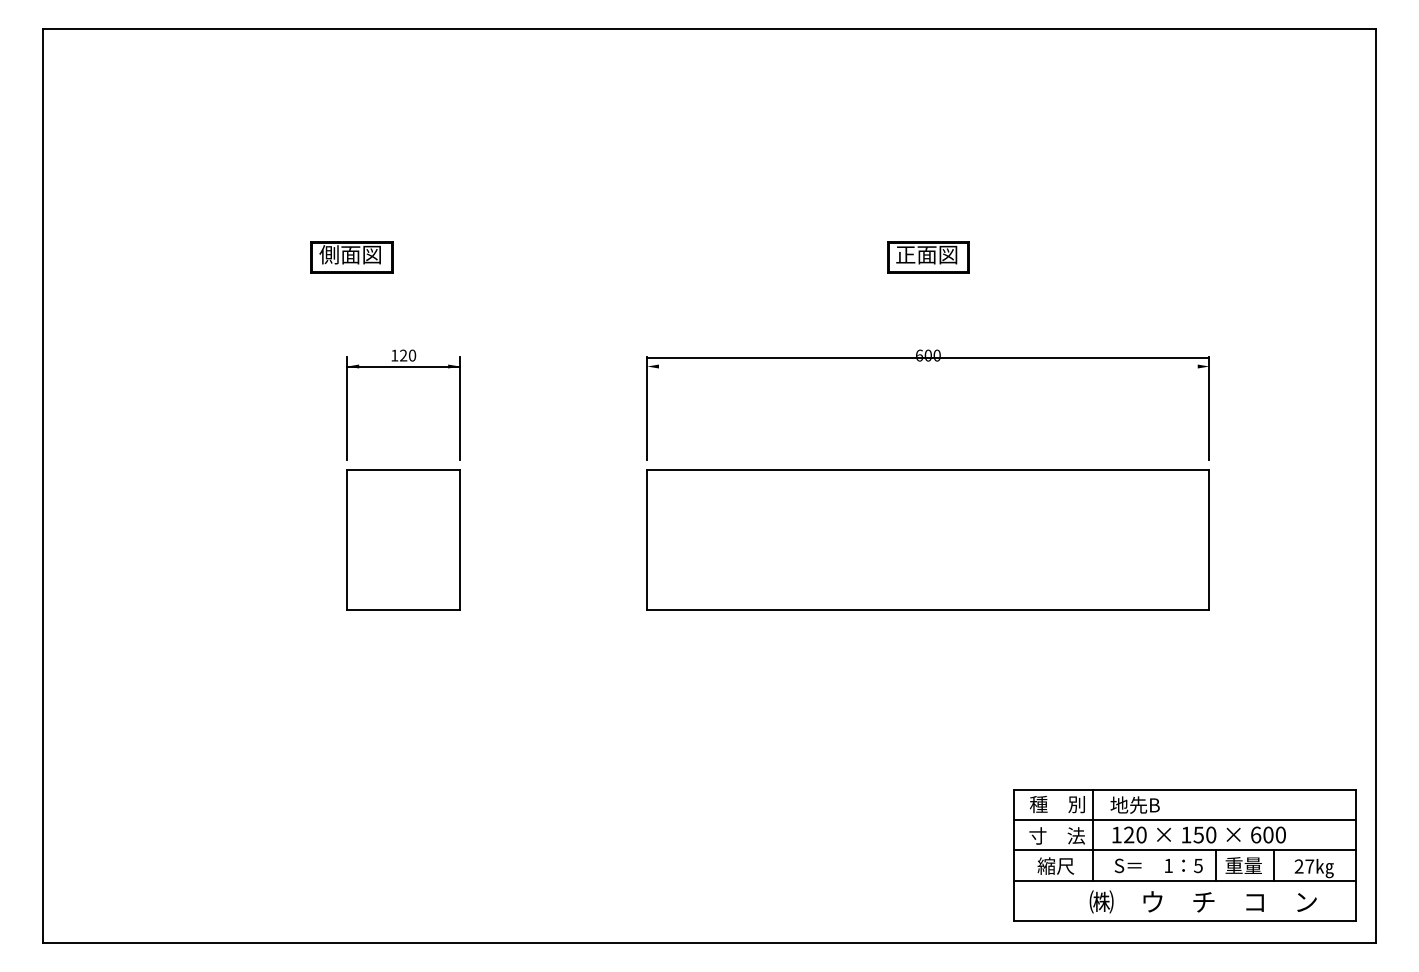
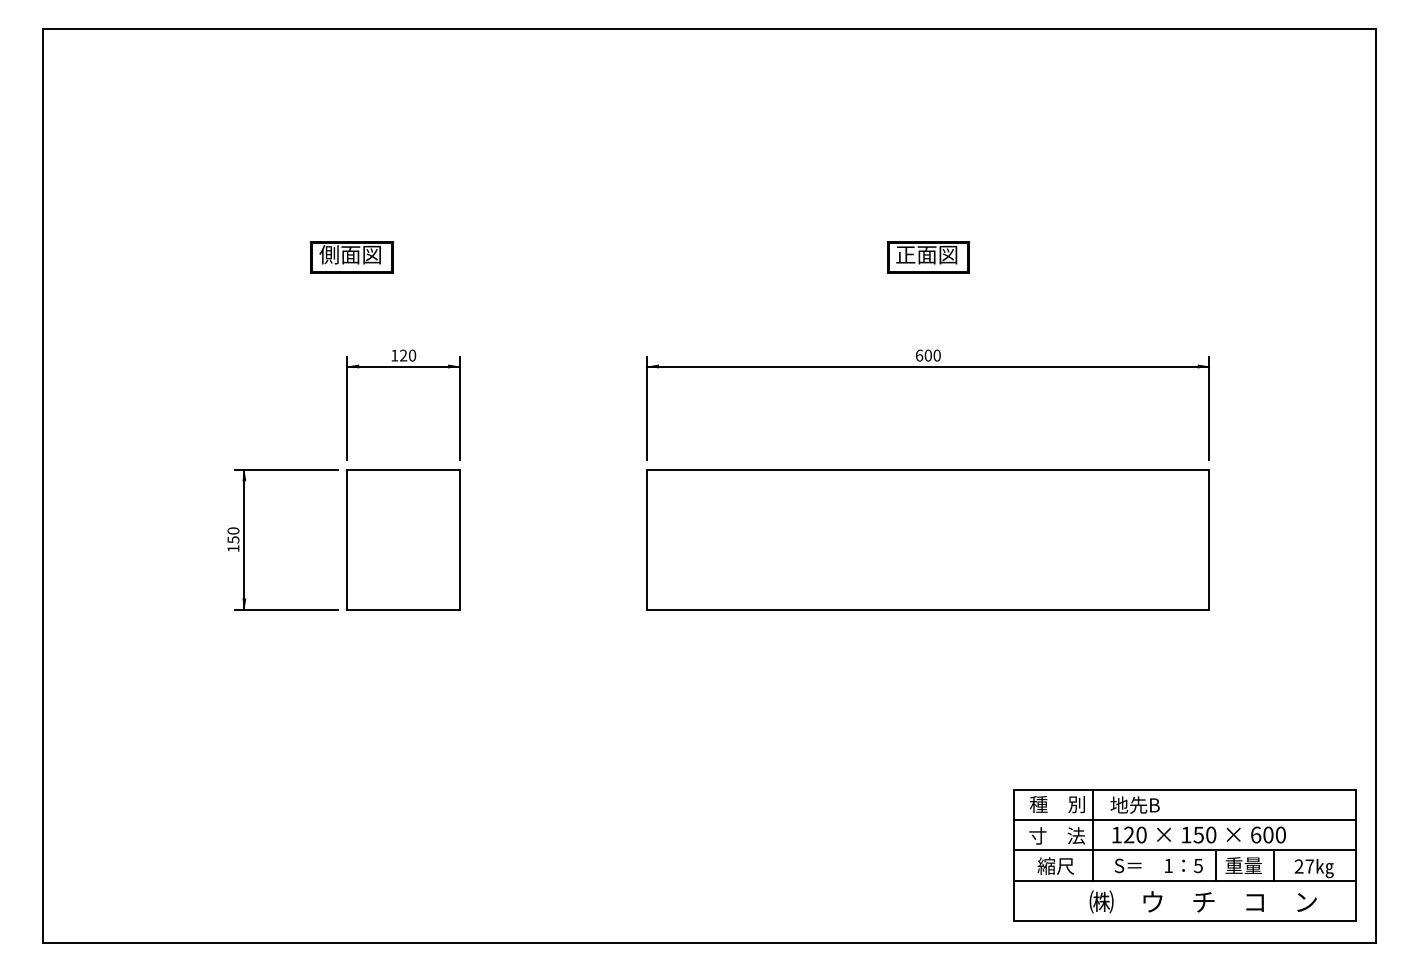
line at (928, 357) position: (928, 357) -> (928, 366)
part at (244, 539): none -> present
